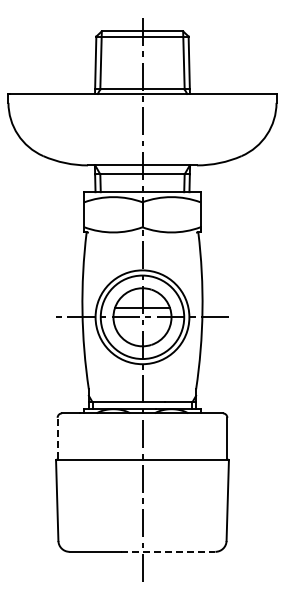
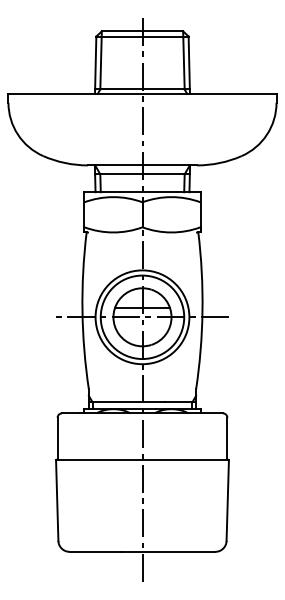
line at (57, 437): dashed -> solid
line at (168, 551): dashed -> solid
